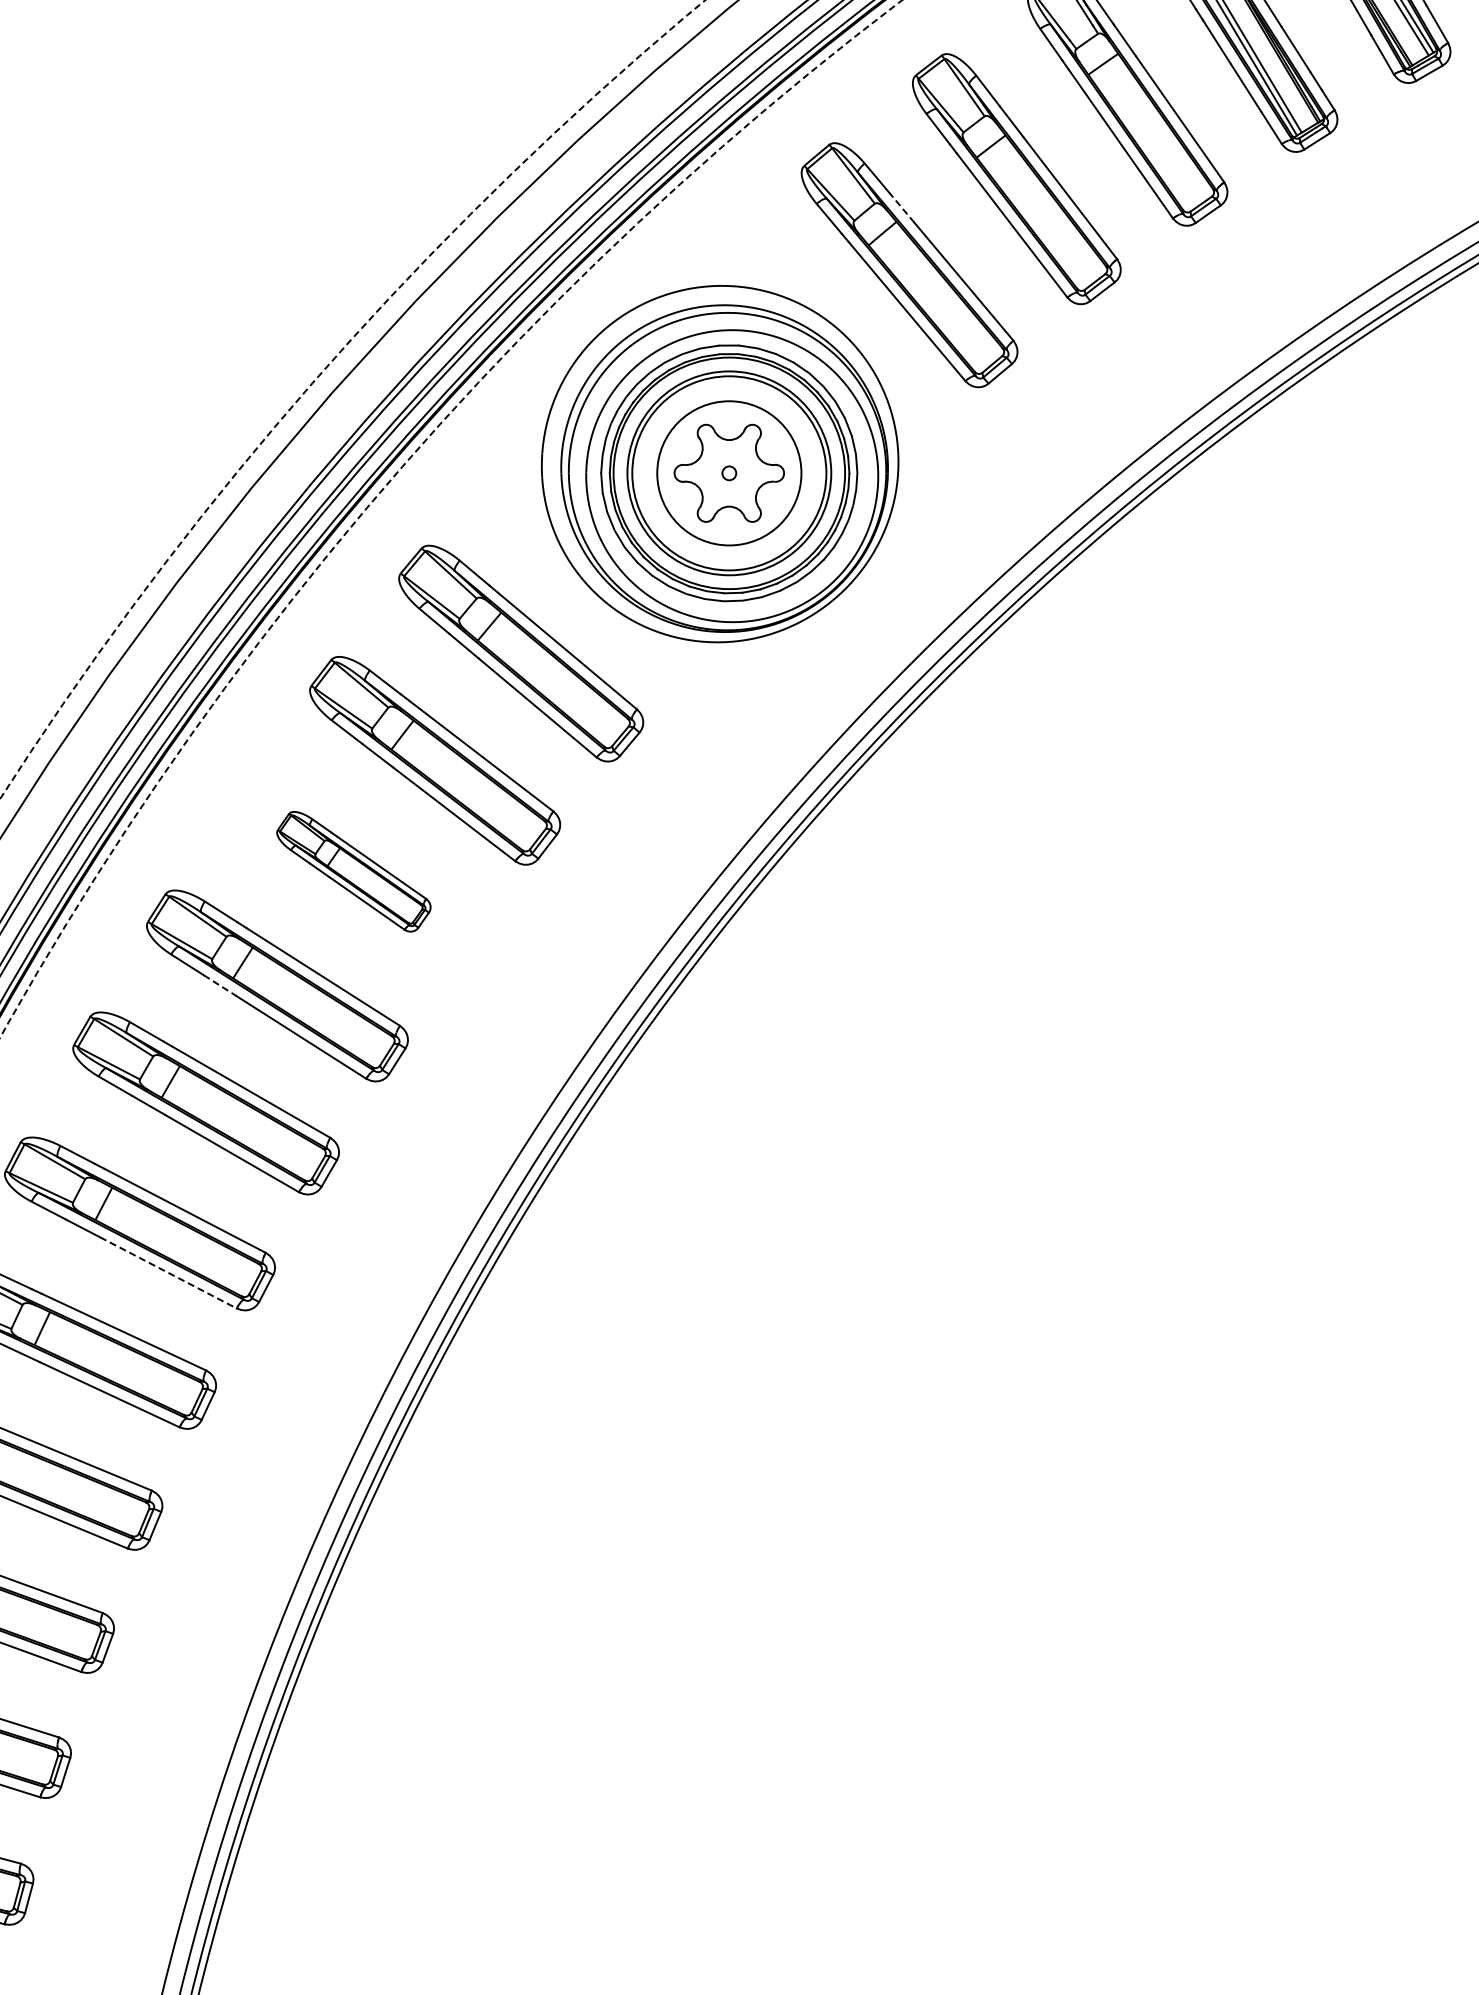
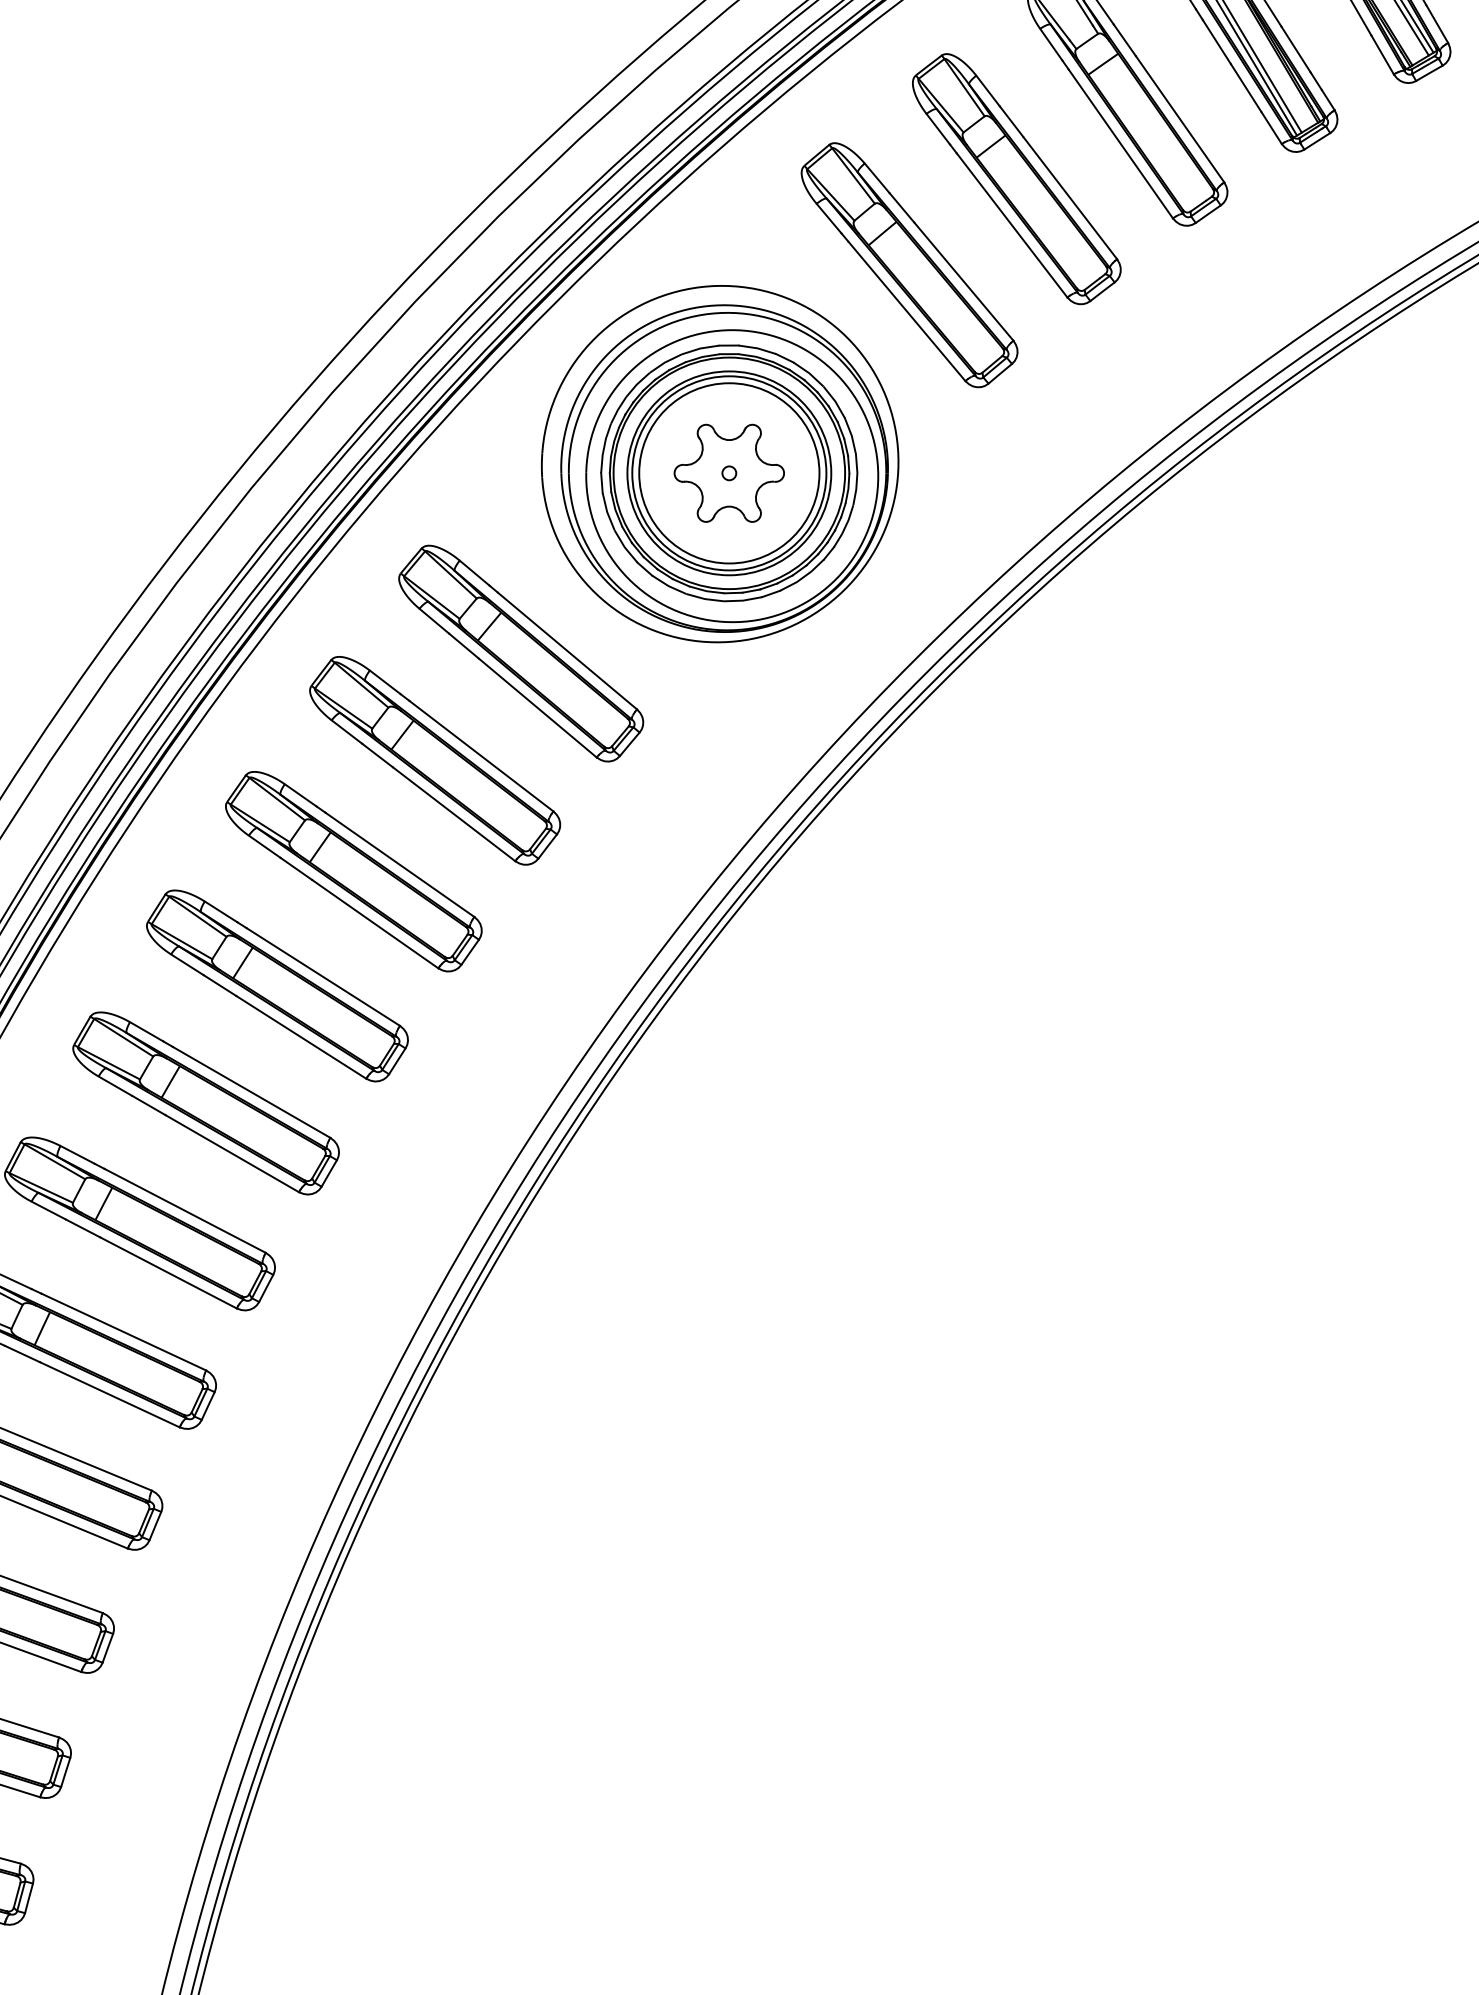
line at (901, 207): dashed -> solid
arc at (320, 374): dashed -> solid
arc at (397, 472): dashed -> solid
circle at (729, 473) diameter: 144 px -> 180 px
part at (353, 871) size: 156x122 px -> 258x202 px
line at (220, 985): dashed -> solid
line at (168, 1273): dashed -> solid
